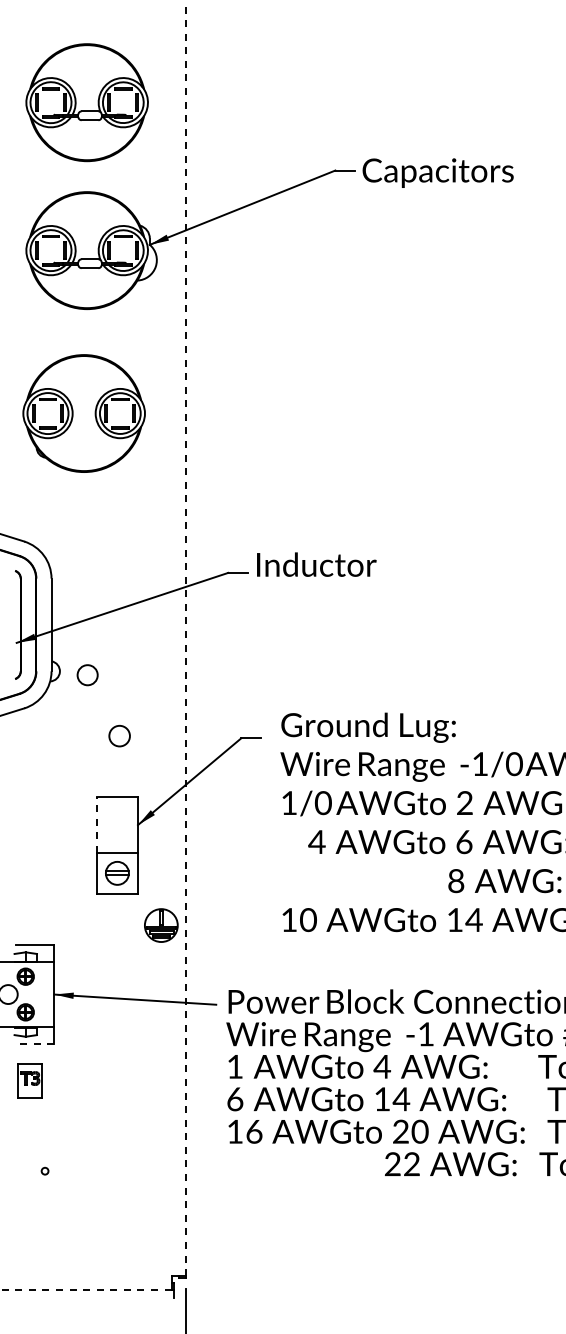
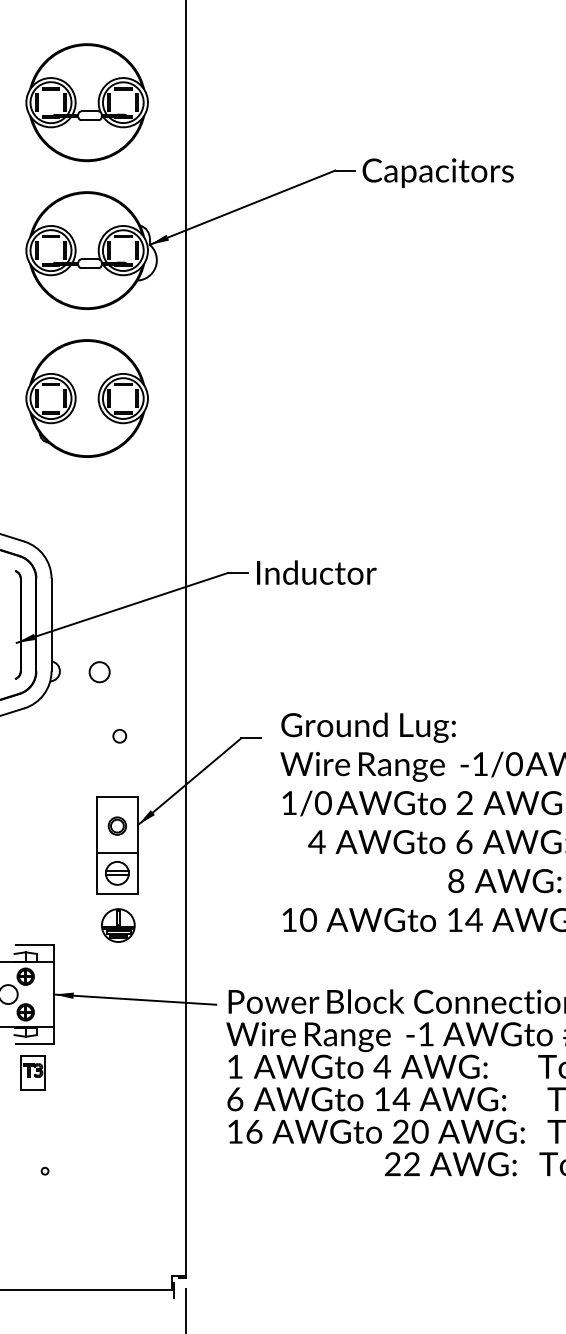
part at (83, 413) position: (83, 413) -> (86, 398)
text at (316, 564) position: (316, 564) -> (316, 572)
line at (185, 638): dashed -> solid
circle at (87, 675) position: (87, 675) -> (99, 672)
circle at (119, 735) size: 23x24 px -> 16x15 px
line at (96, 825): dashed -> solid
part at (116, 825): none -> present
part at (161, 925) position: (161, 925) -> (118, 925)
line at (34, 1043): dashed -> solid
part at (29, 1080) position: (29, 1080) -> (32, 1072)
line at (85, 1290): dashed -> solid
